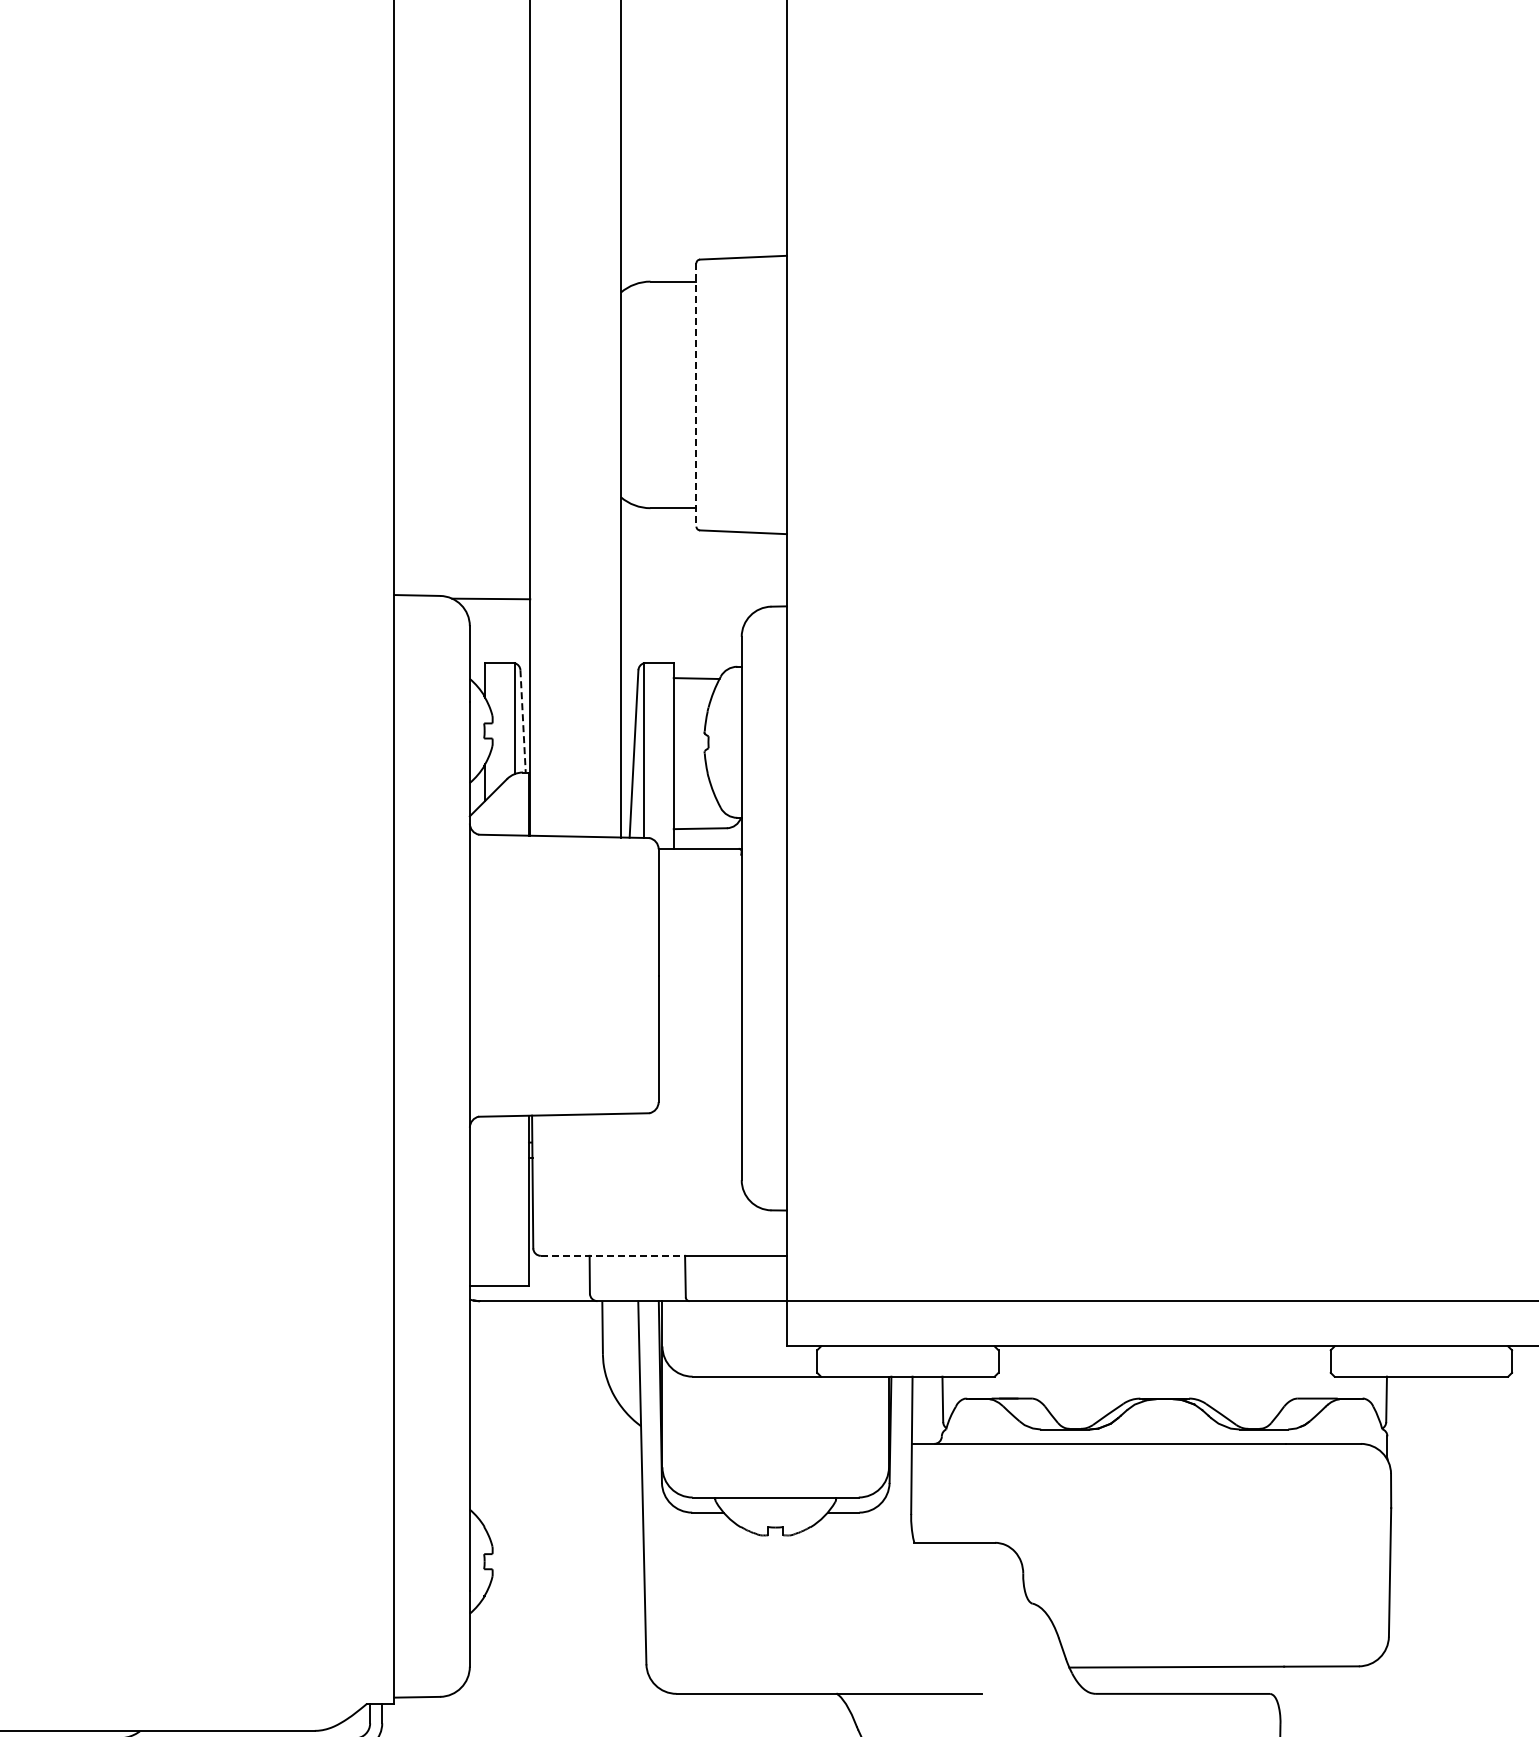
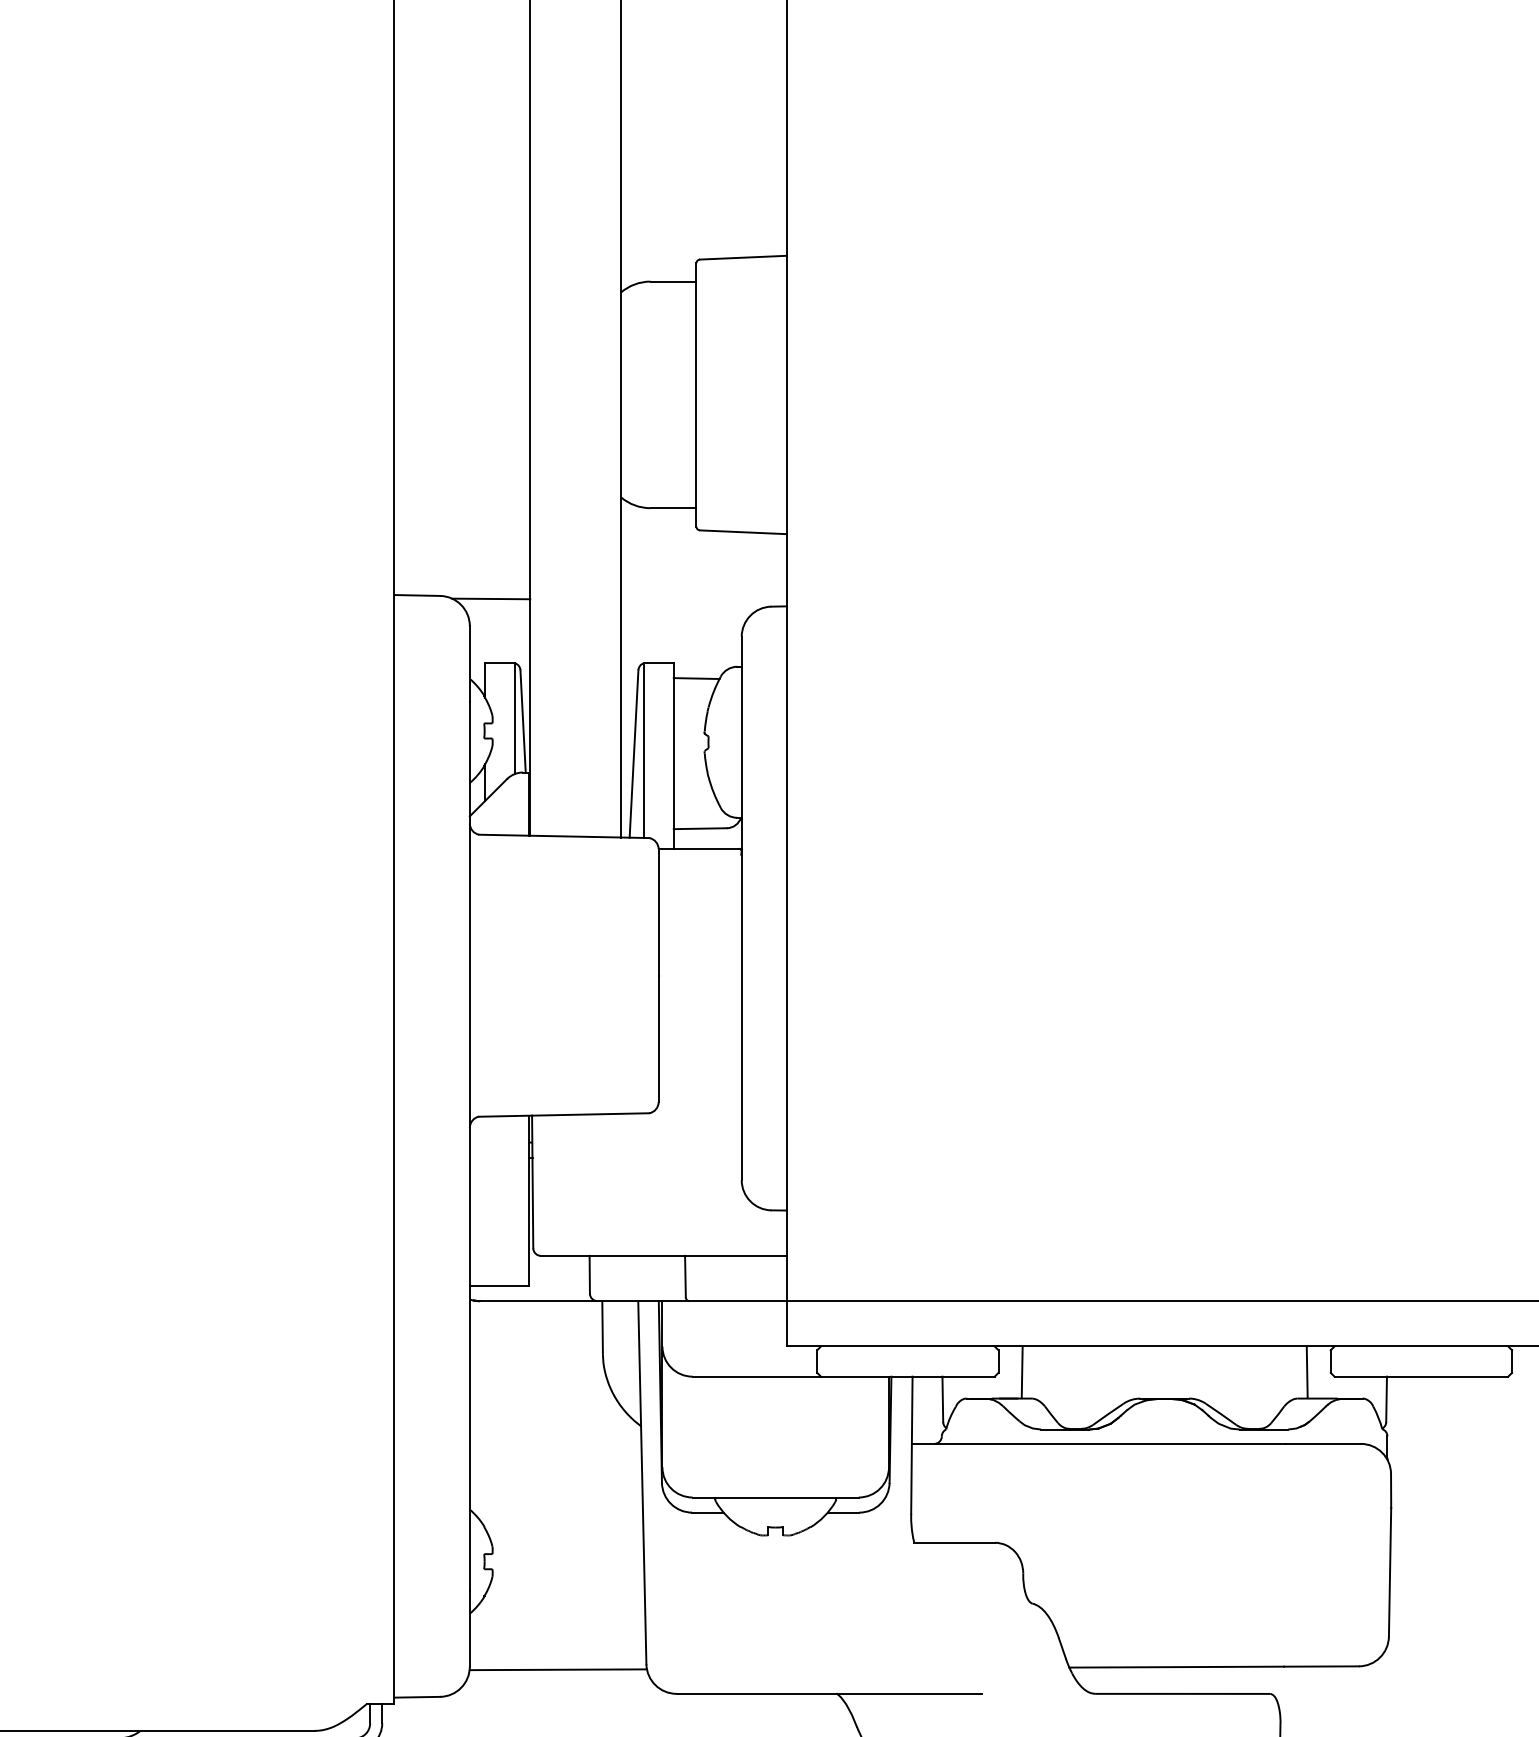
line at (696, 394): dashed -> solid
line at (523, 721): dashed -> solid
line at (613, 1255): dashed -> solid
line at (1306, 1371): none -> present
line at (1021, 1372): none -> present
line at (557, 1669): none -> present
